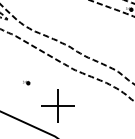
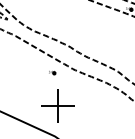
part at (26, 83) position: (26, 83) -> (52, 73)
